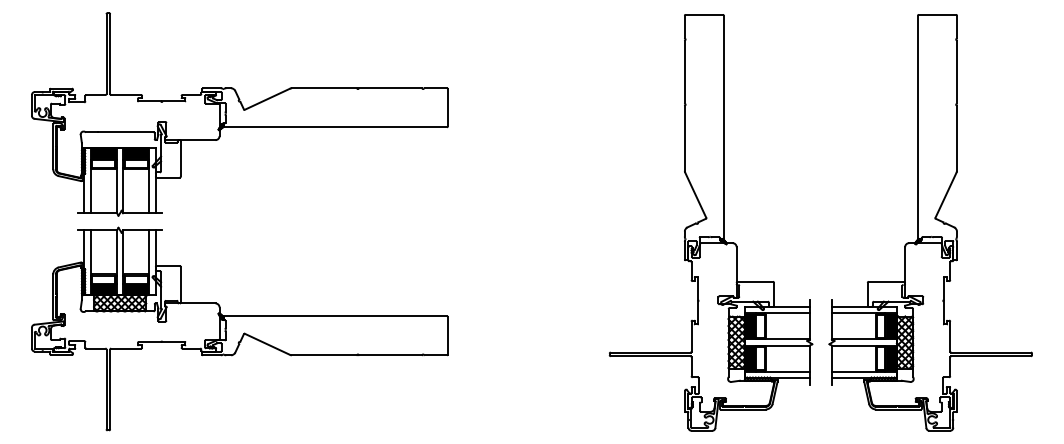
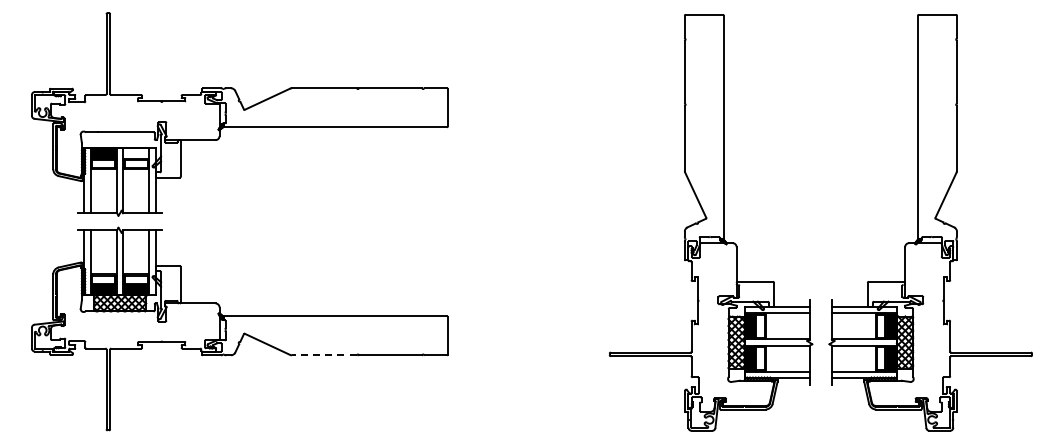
fill at (136, 153): present -> none
line at (323, 355): solid -> dashed
